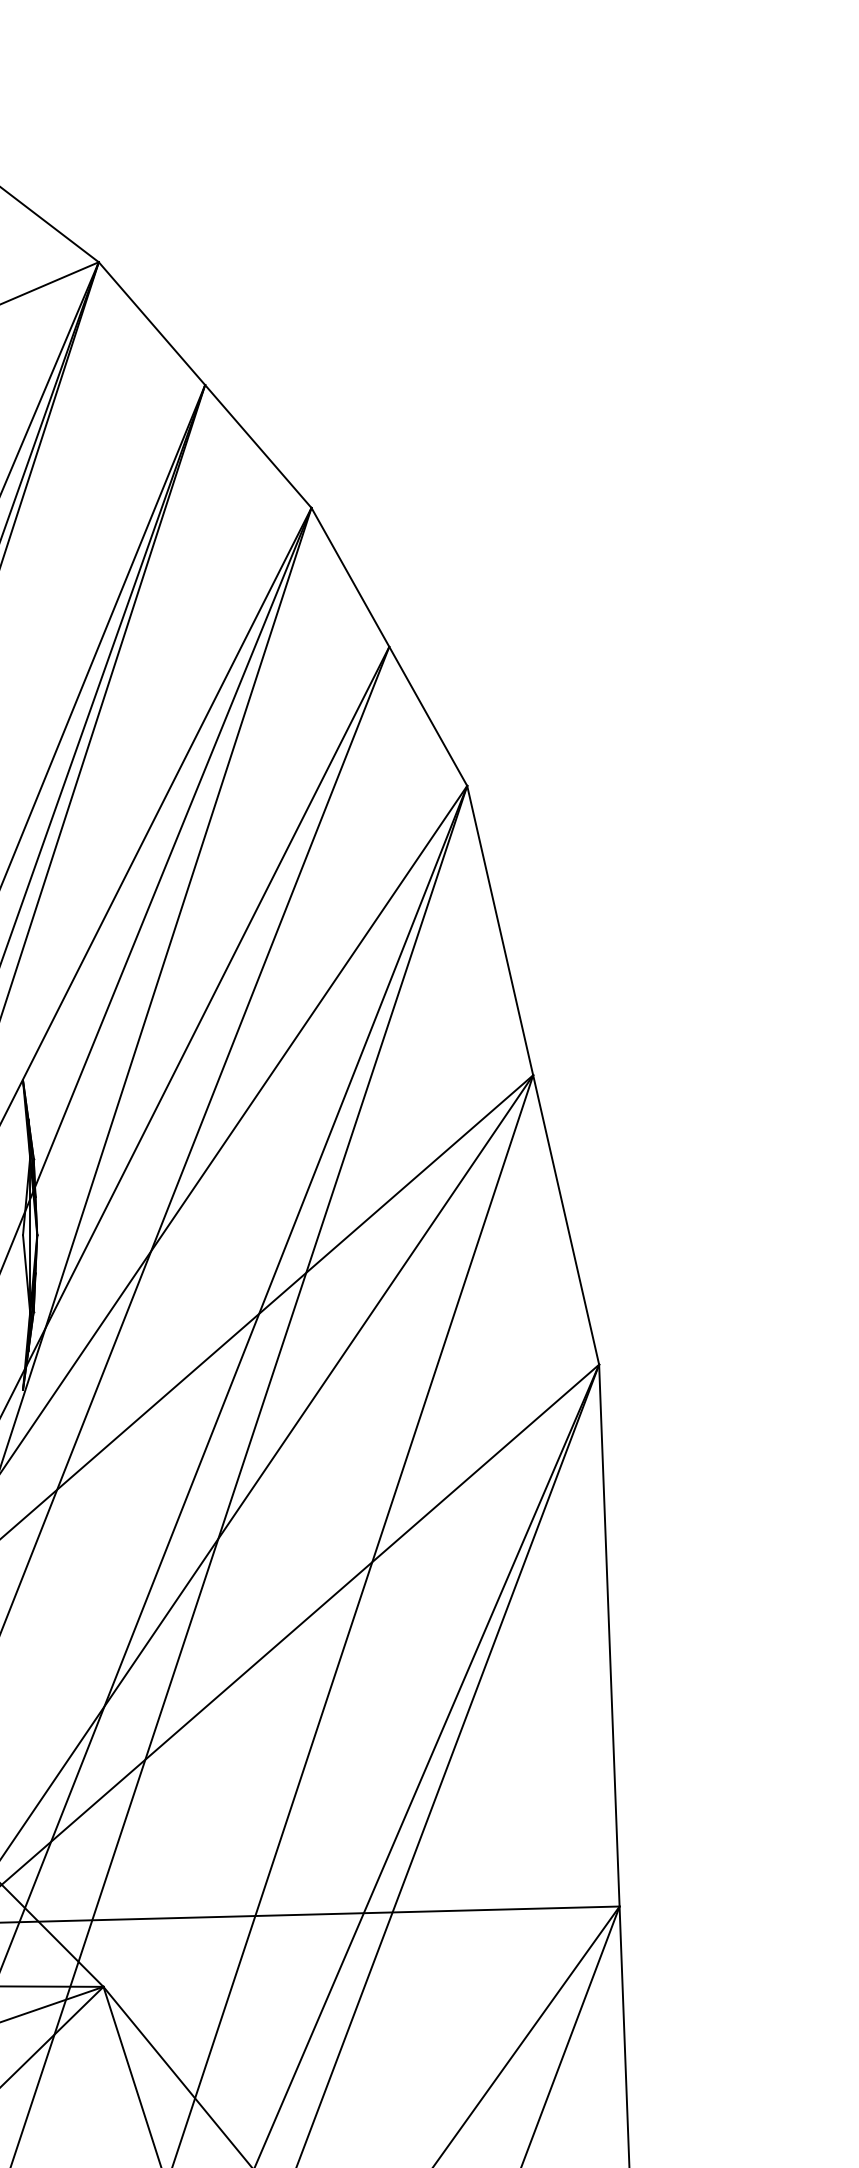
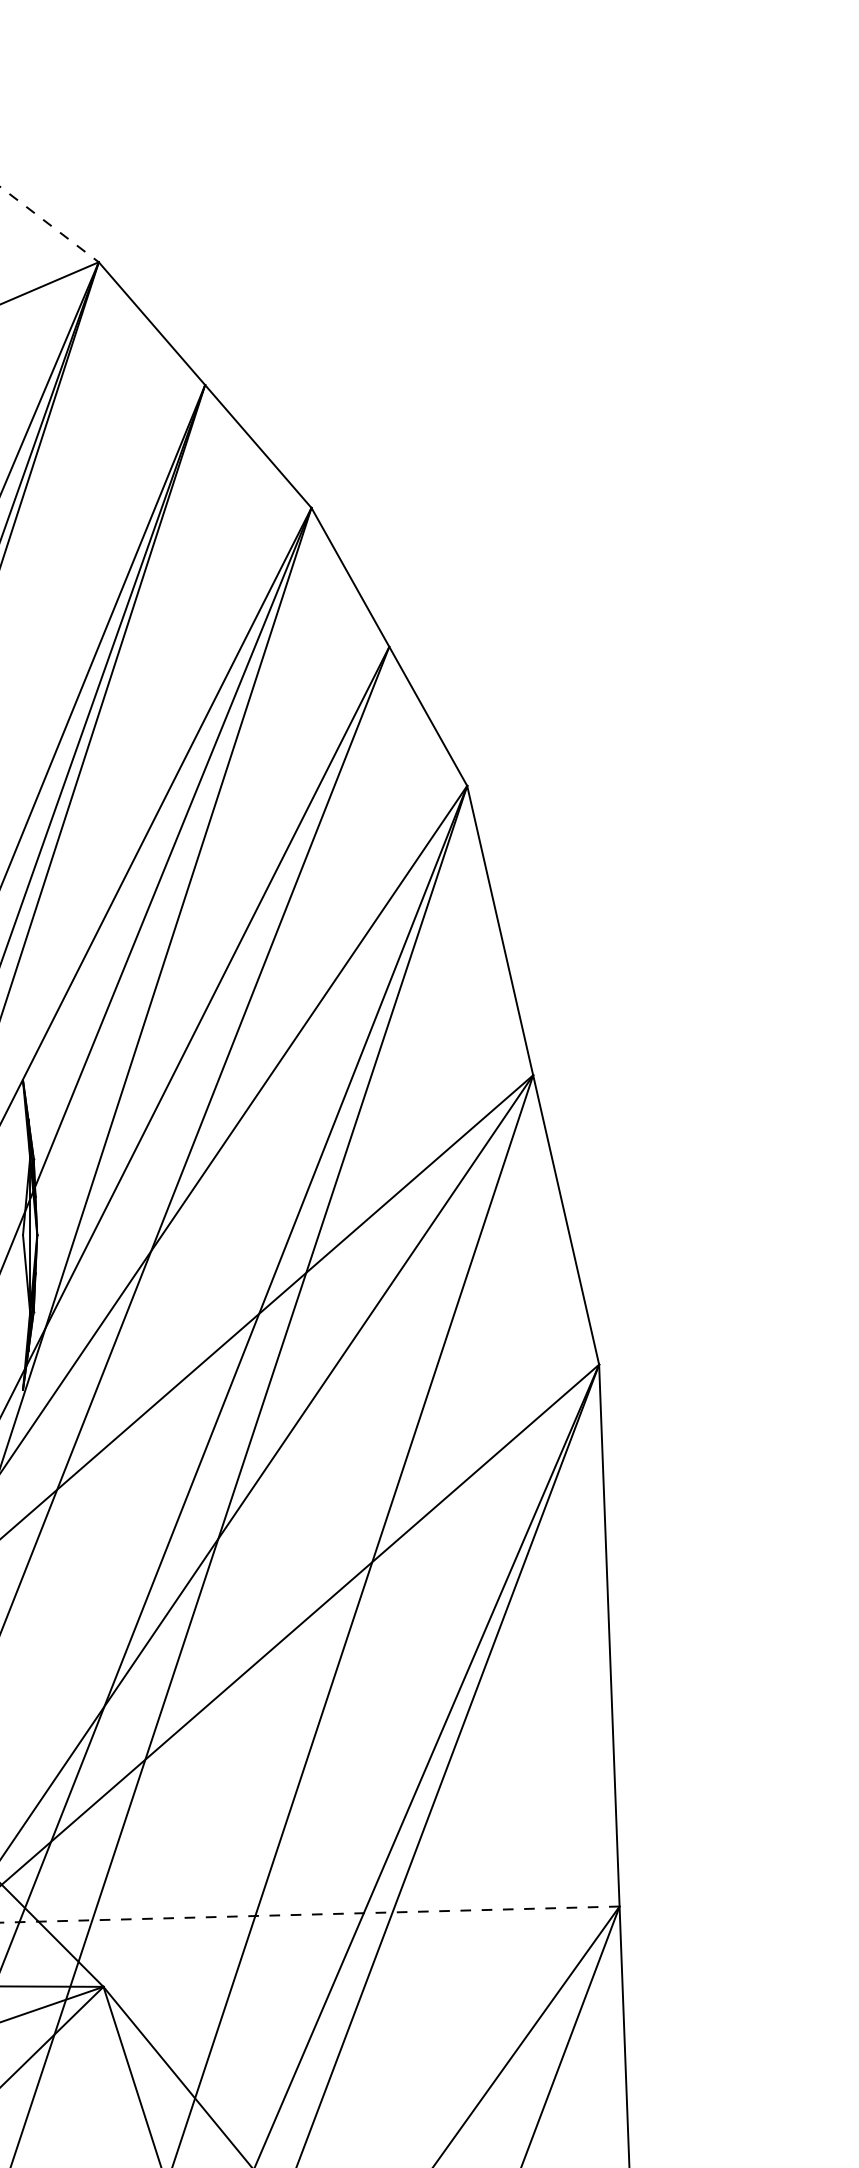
line at (49, 224): solid -> dashed
line at (309, 1914): solid -> dashed
